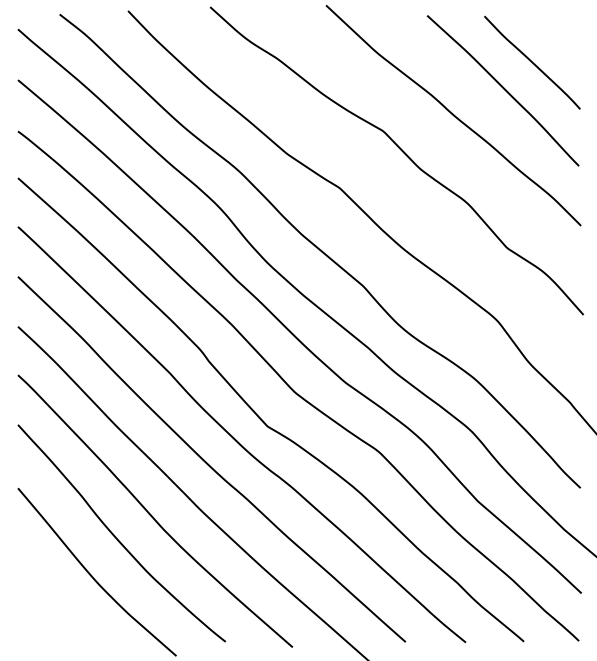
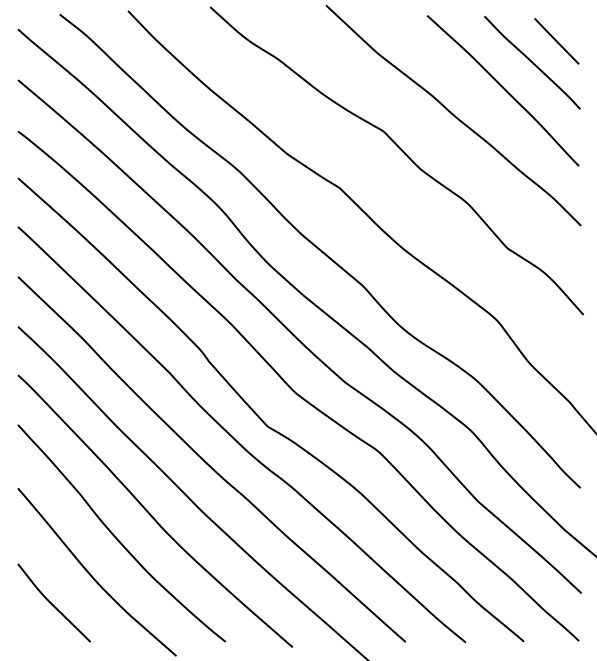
line at (556, 41): none -> present
curve at (52, 603): none -> present
